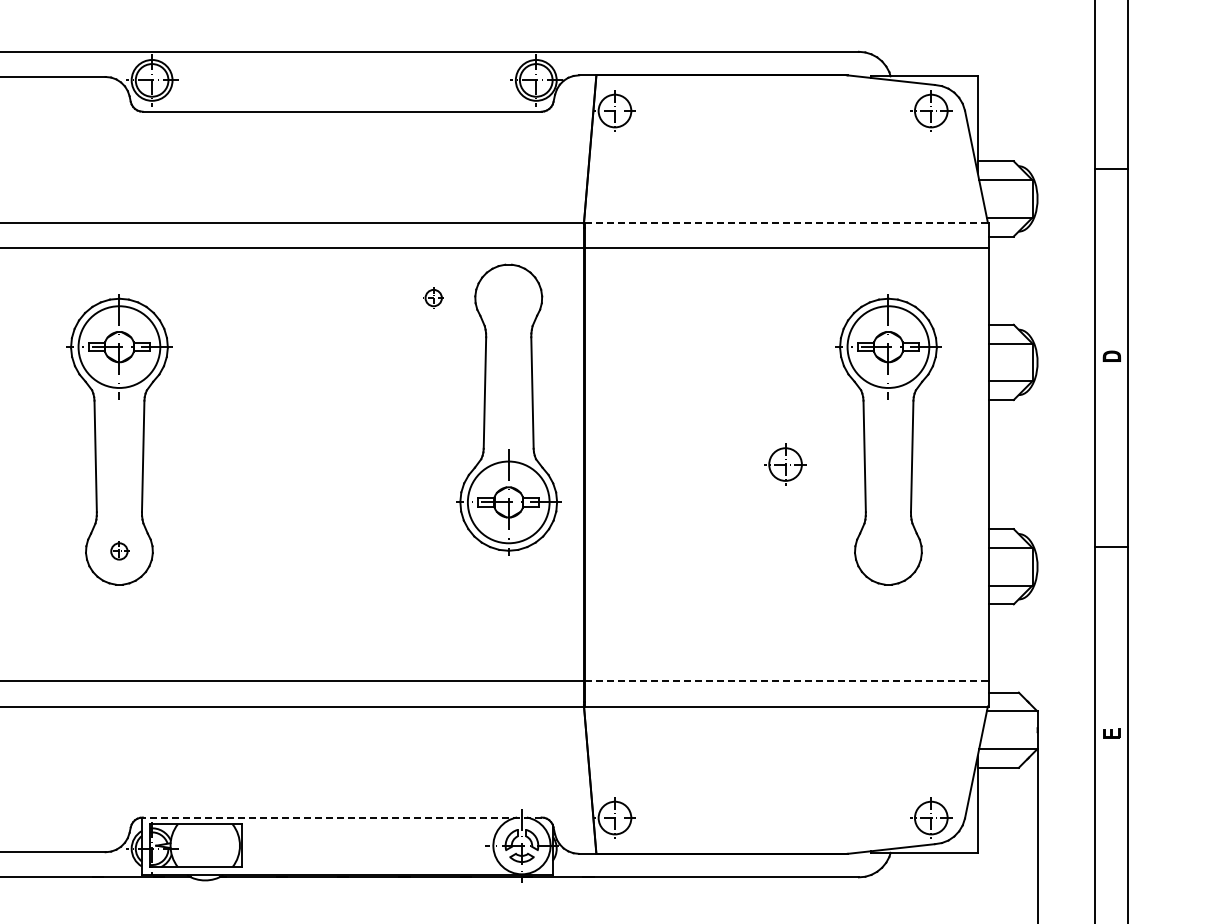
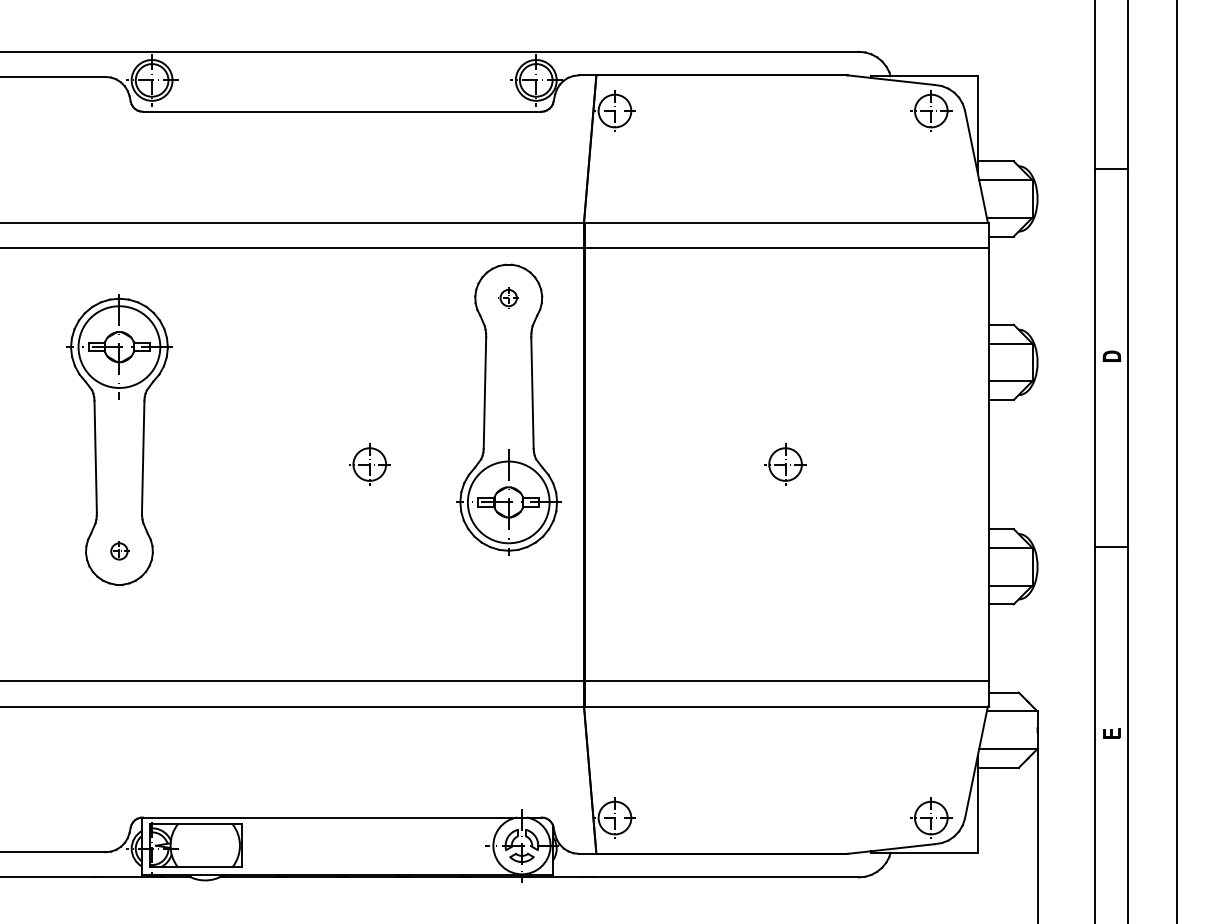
line at (786, 222): dashed -> solid
part at (433, 297) position: (433, 297) -> (508, 297)
part at (888, 439): present -> none
line at (1176, 461): none -> present
part at (369, 464): none -> present
line at (787, 681): dashed -> solid
line at (341, 817): dashed -> solid
